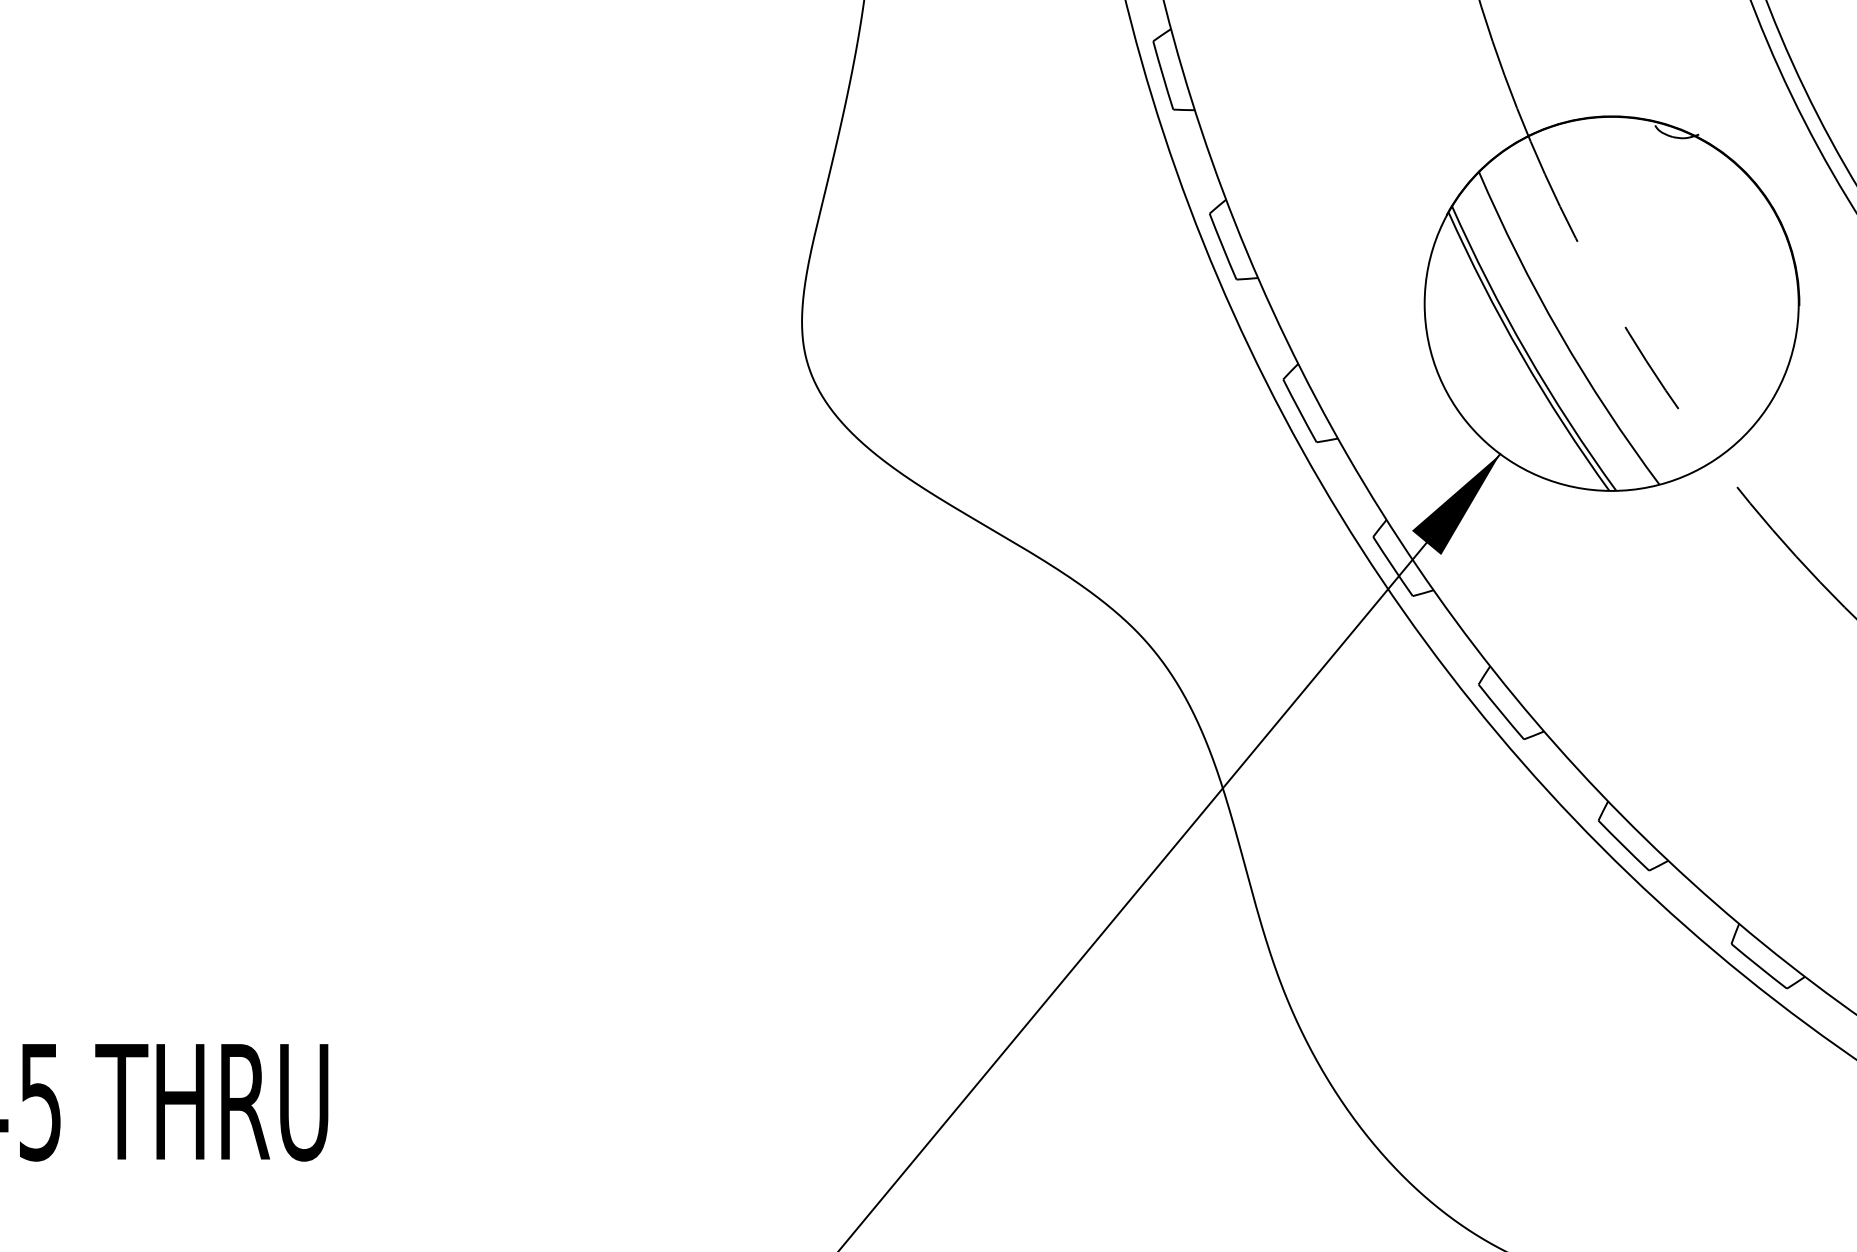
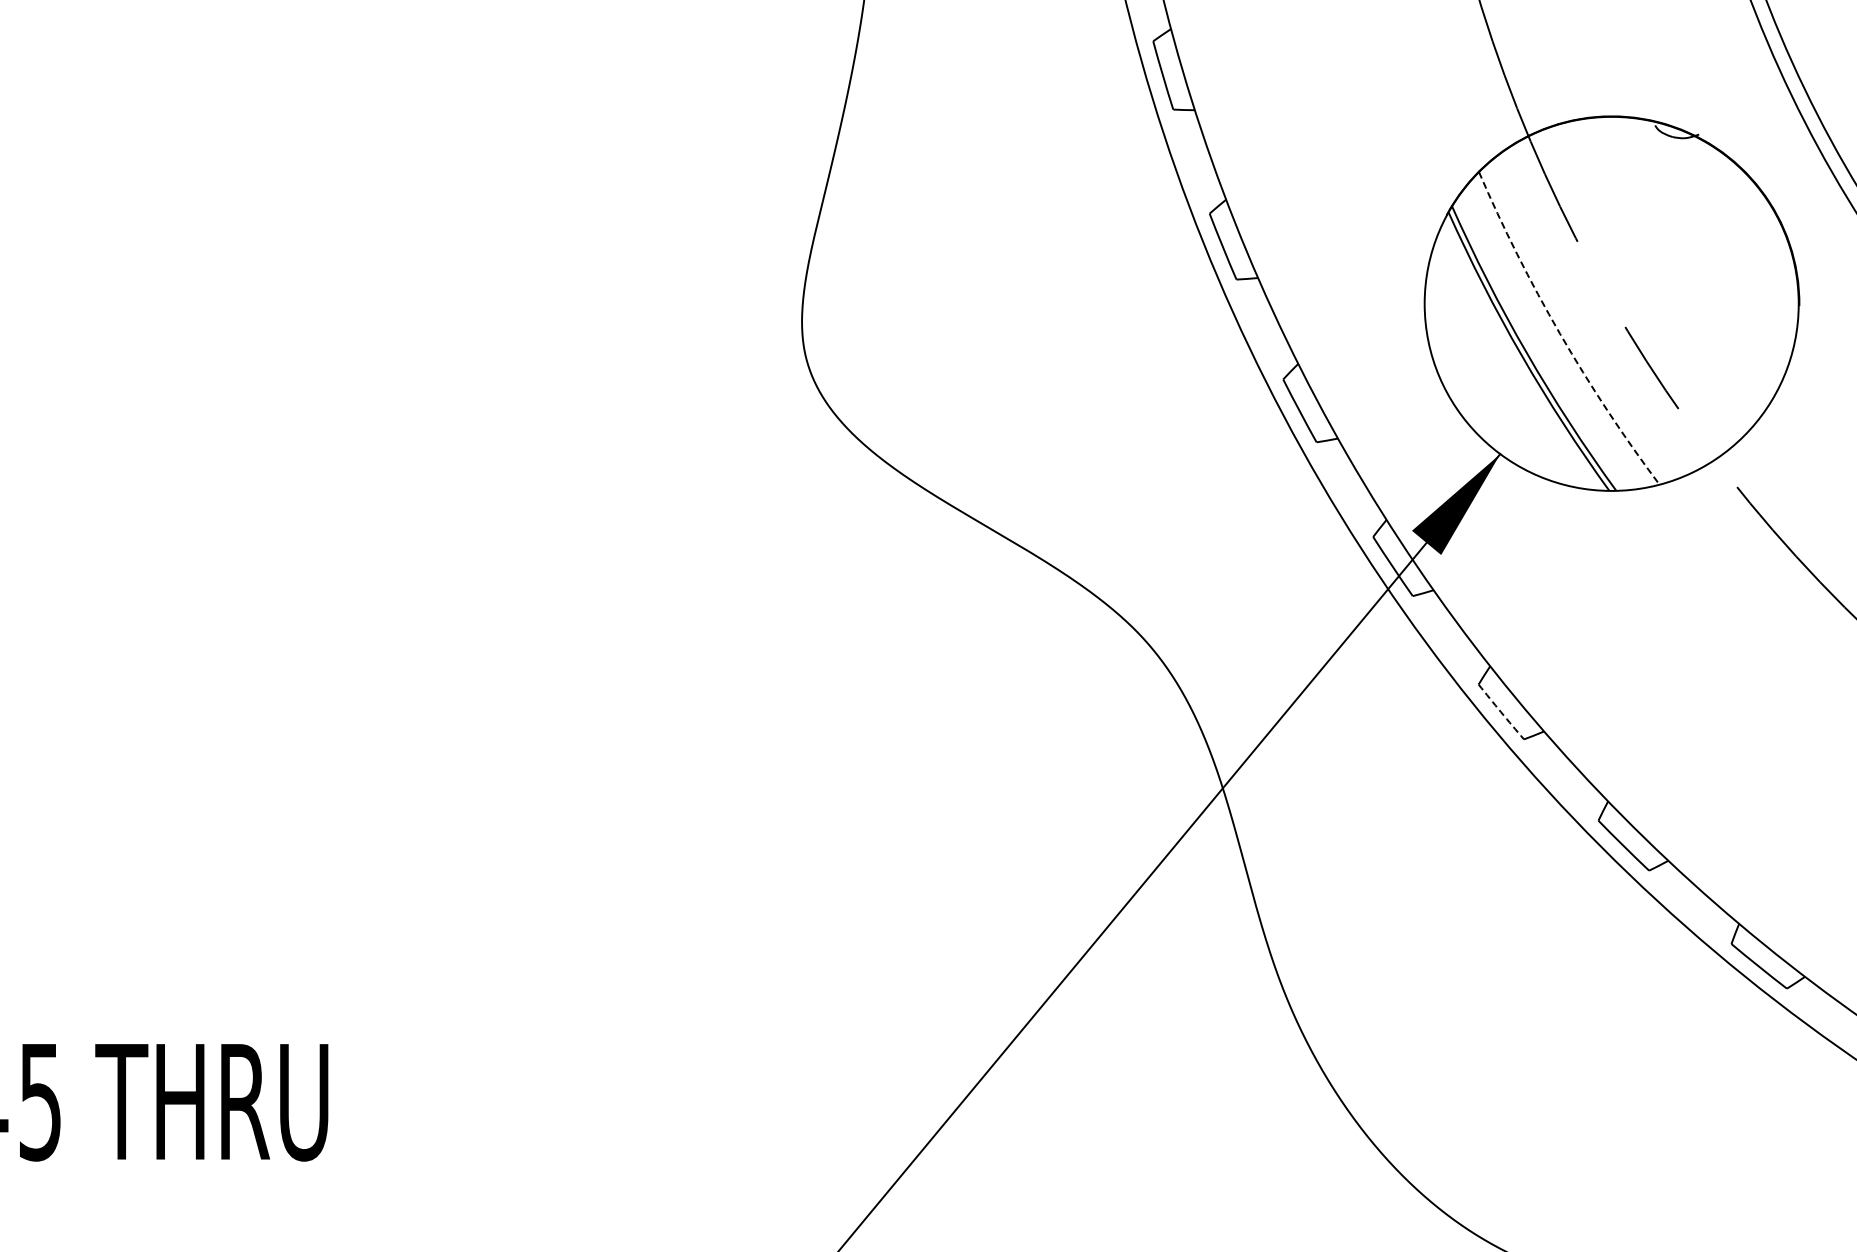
arc at (1560, 333): solid -> dashed
arc at (1501, 712): solid -> dashed
